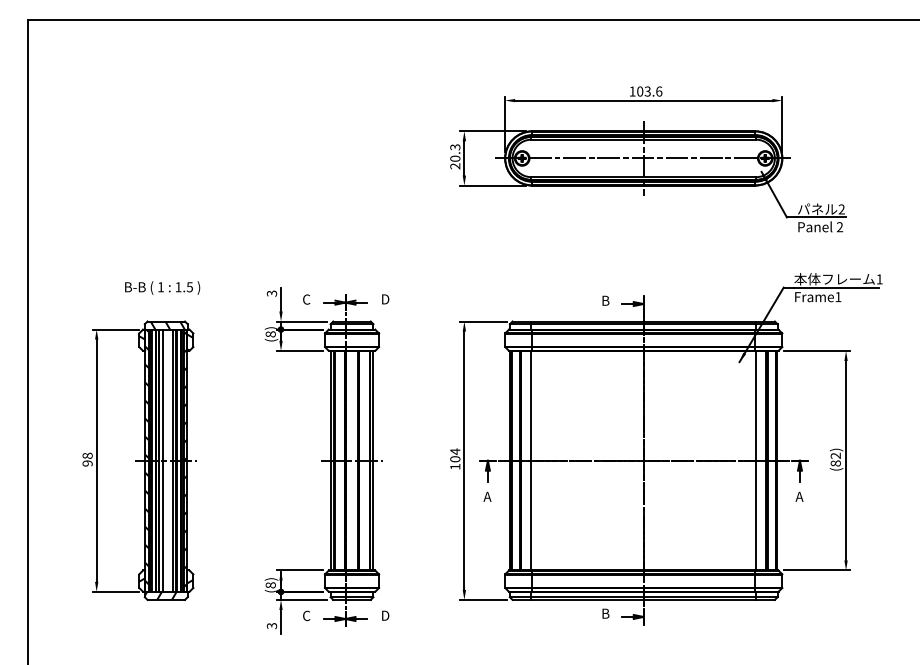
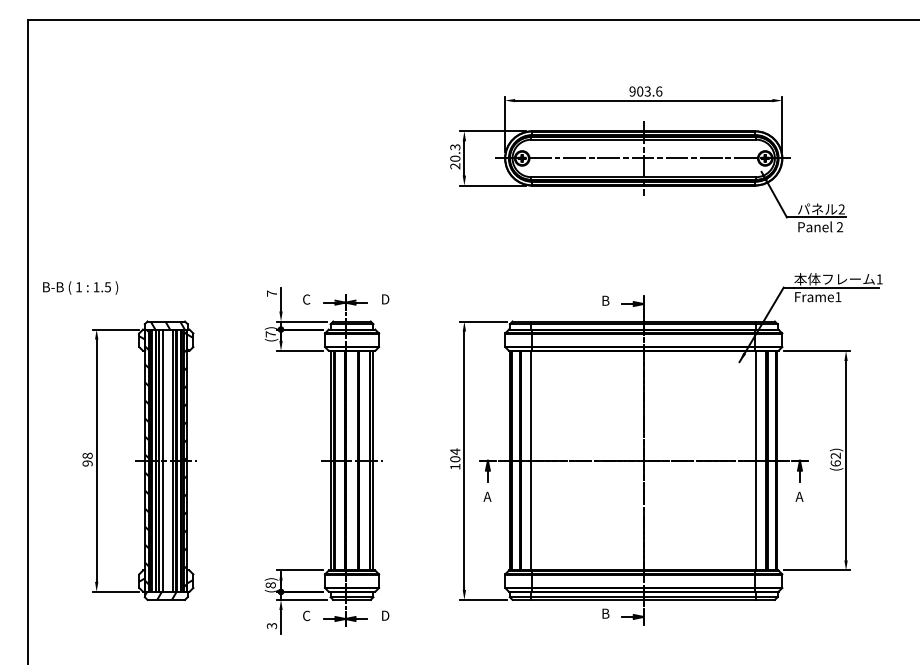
text at (632, 91): 103.6 -> 903.6
text at (162, 287) position: (162, 287) -> (80, 287)
text at (271, 293): 3 -> 7
text at (270, 334): (8) -> (7)
text at (835, 463): (82) -> (62)
